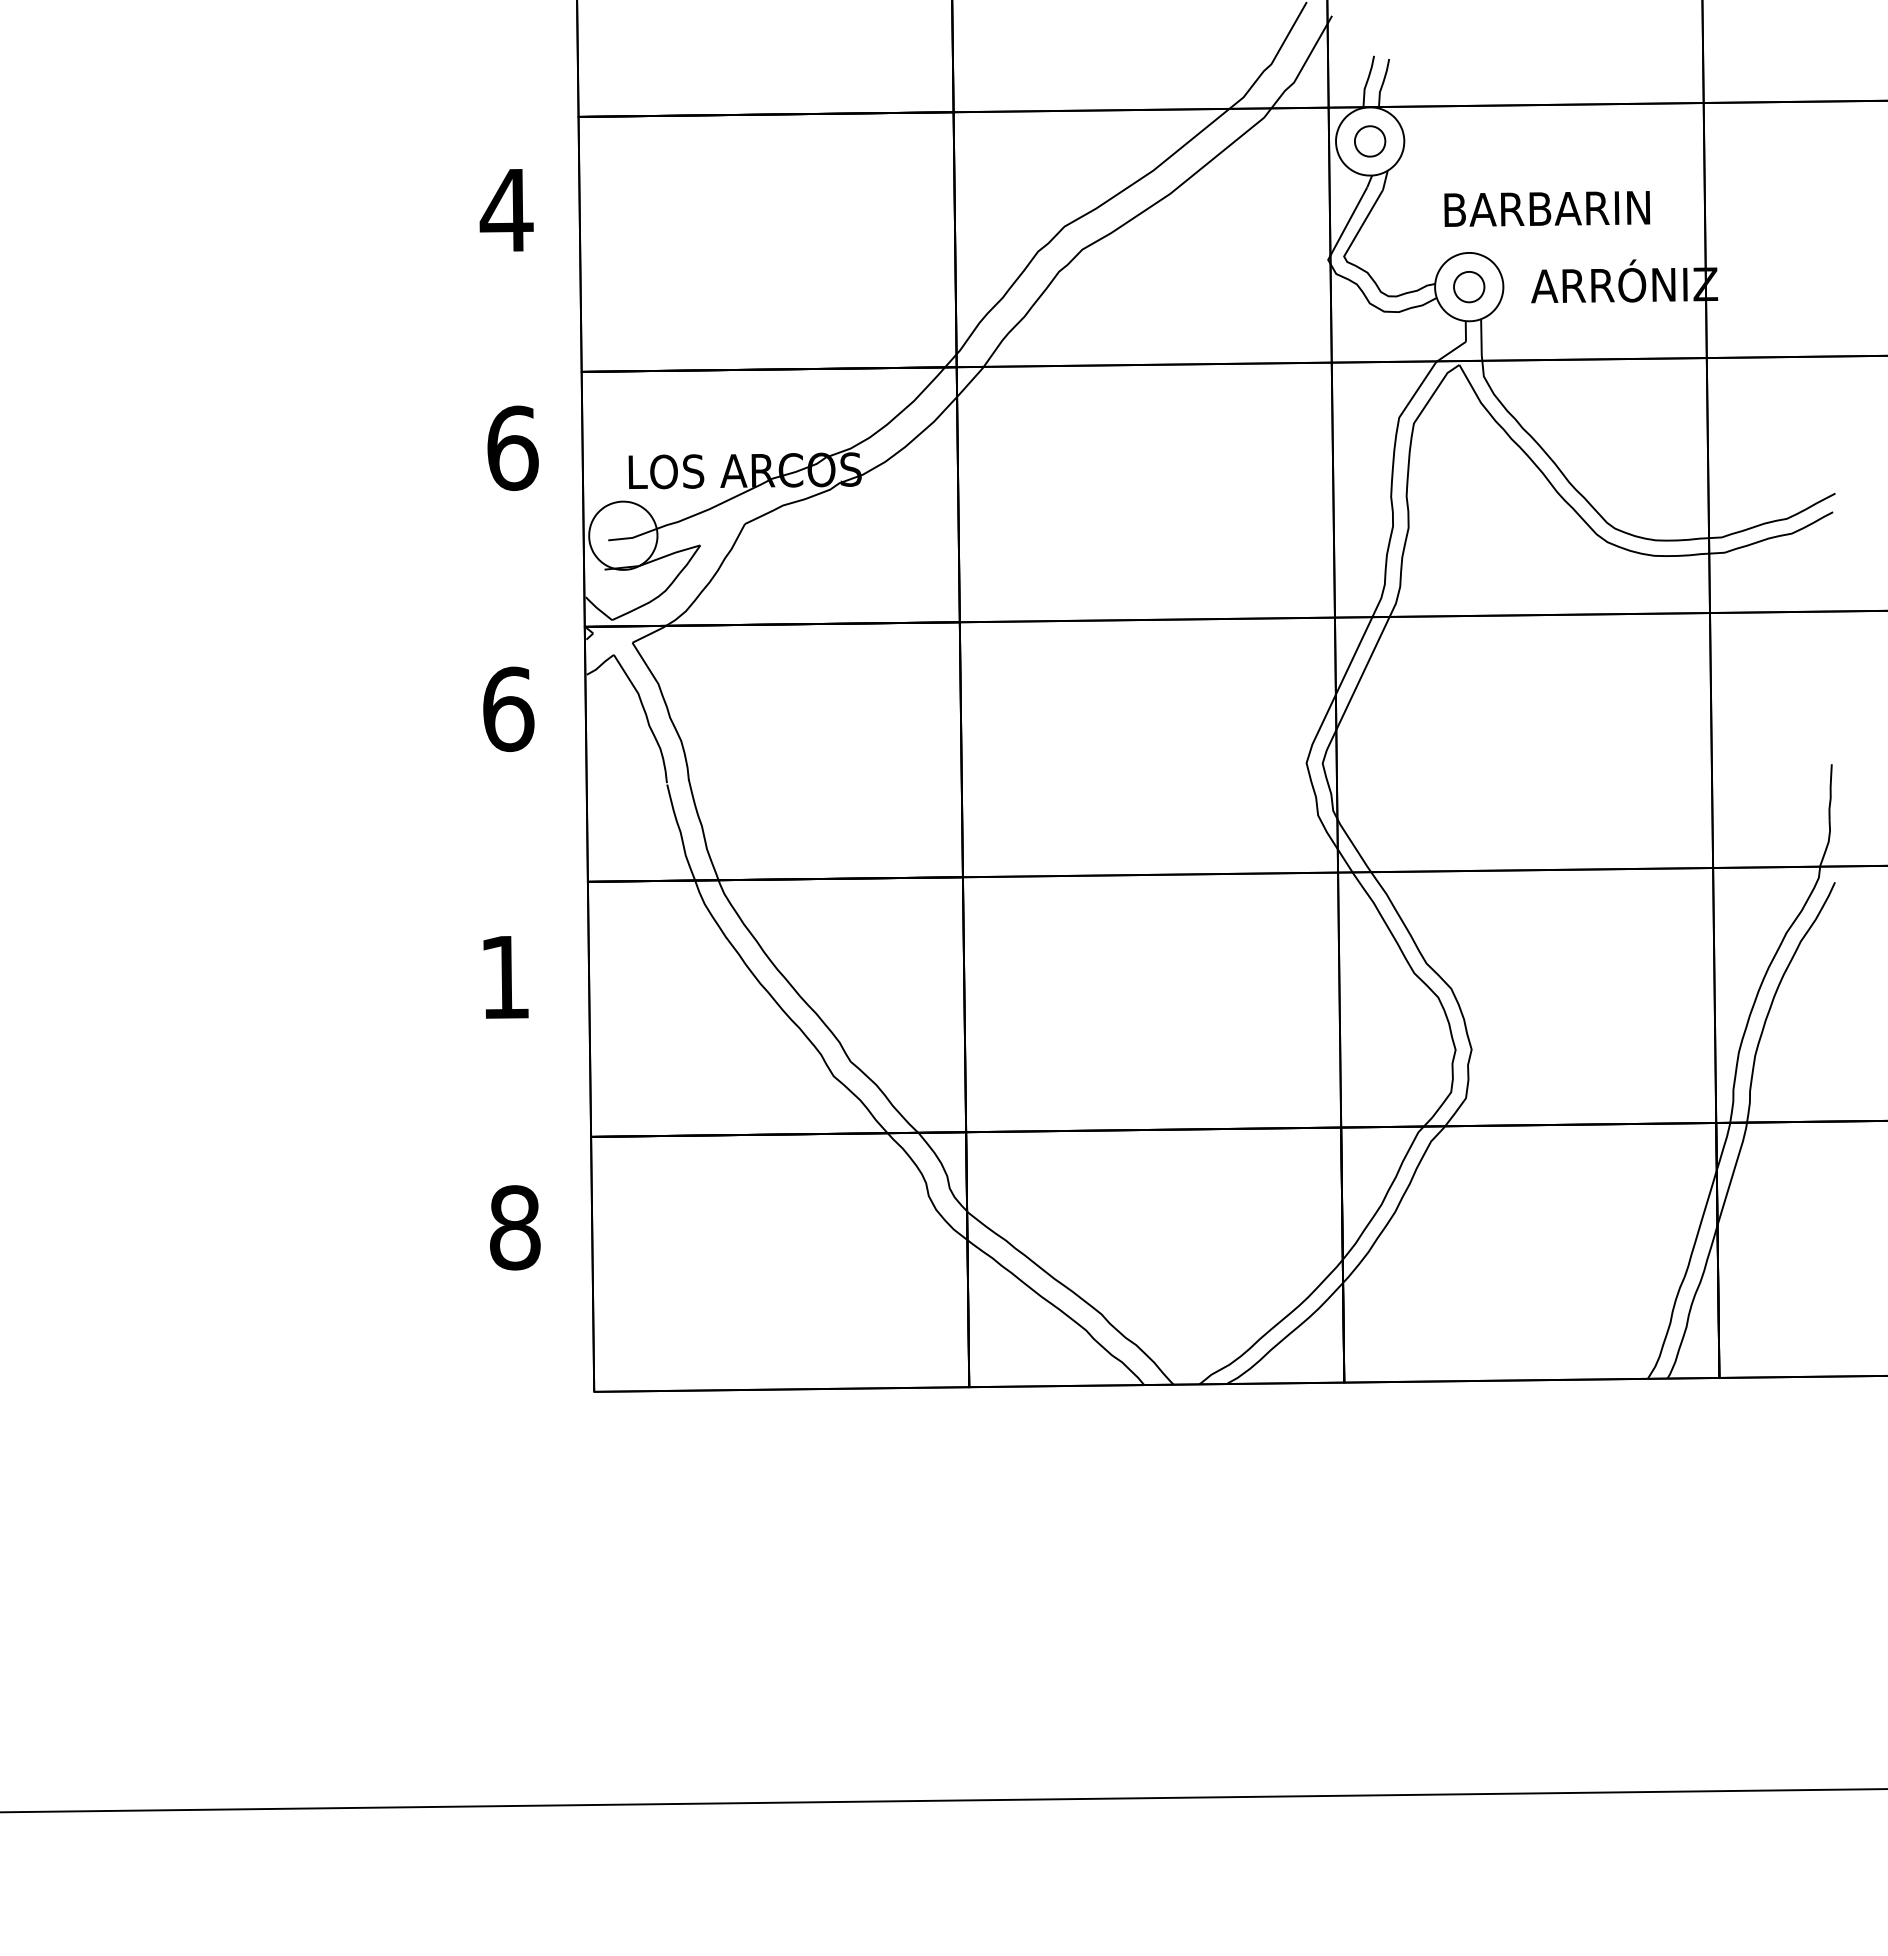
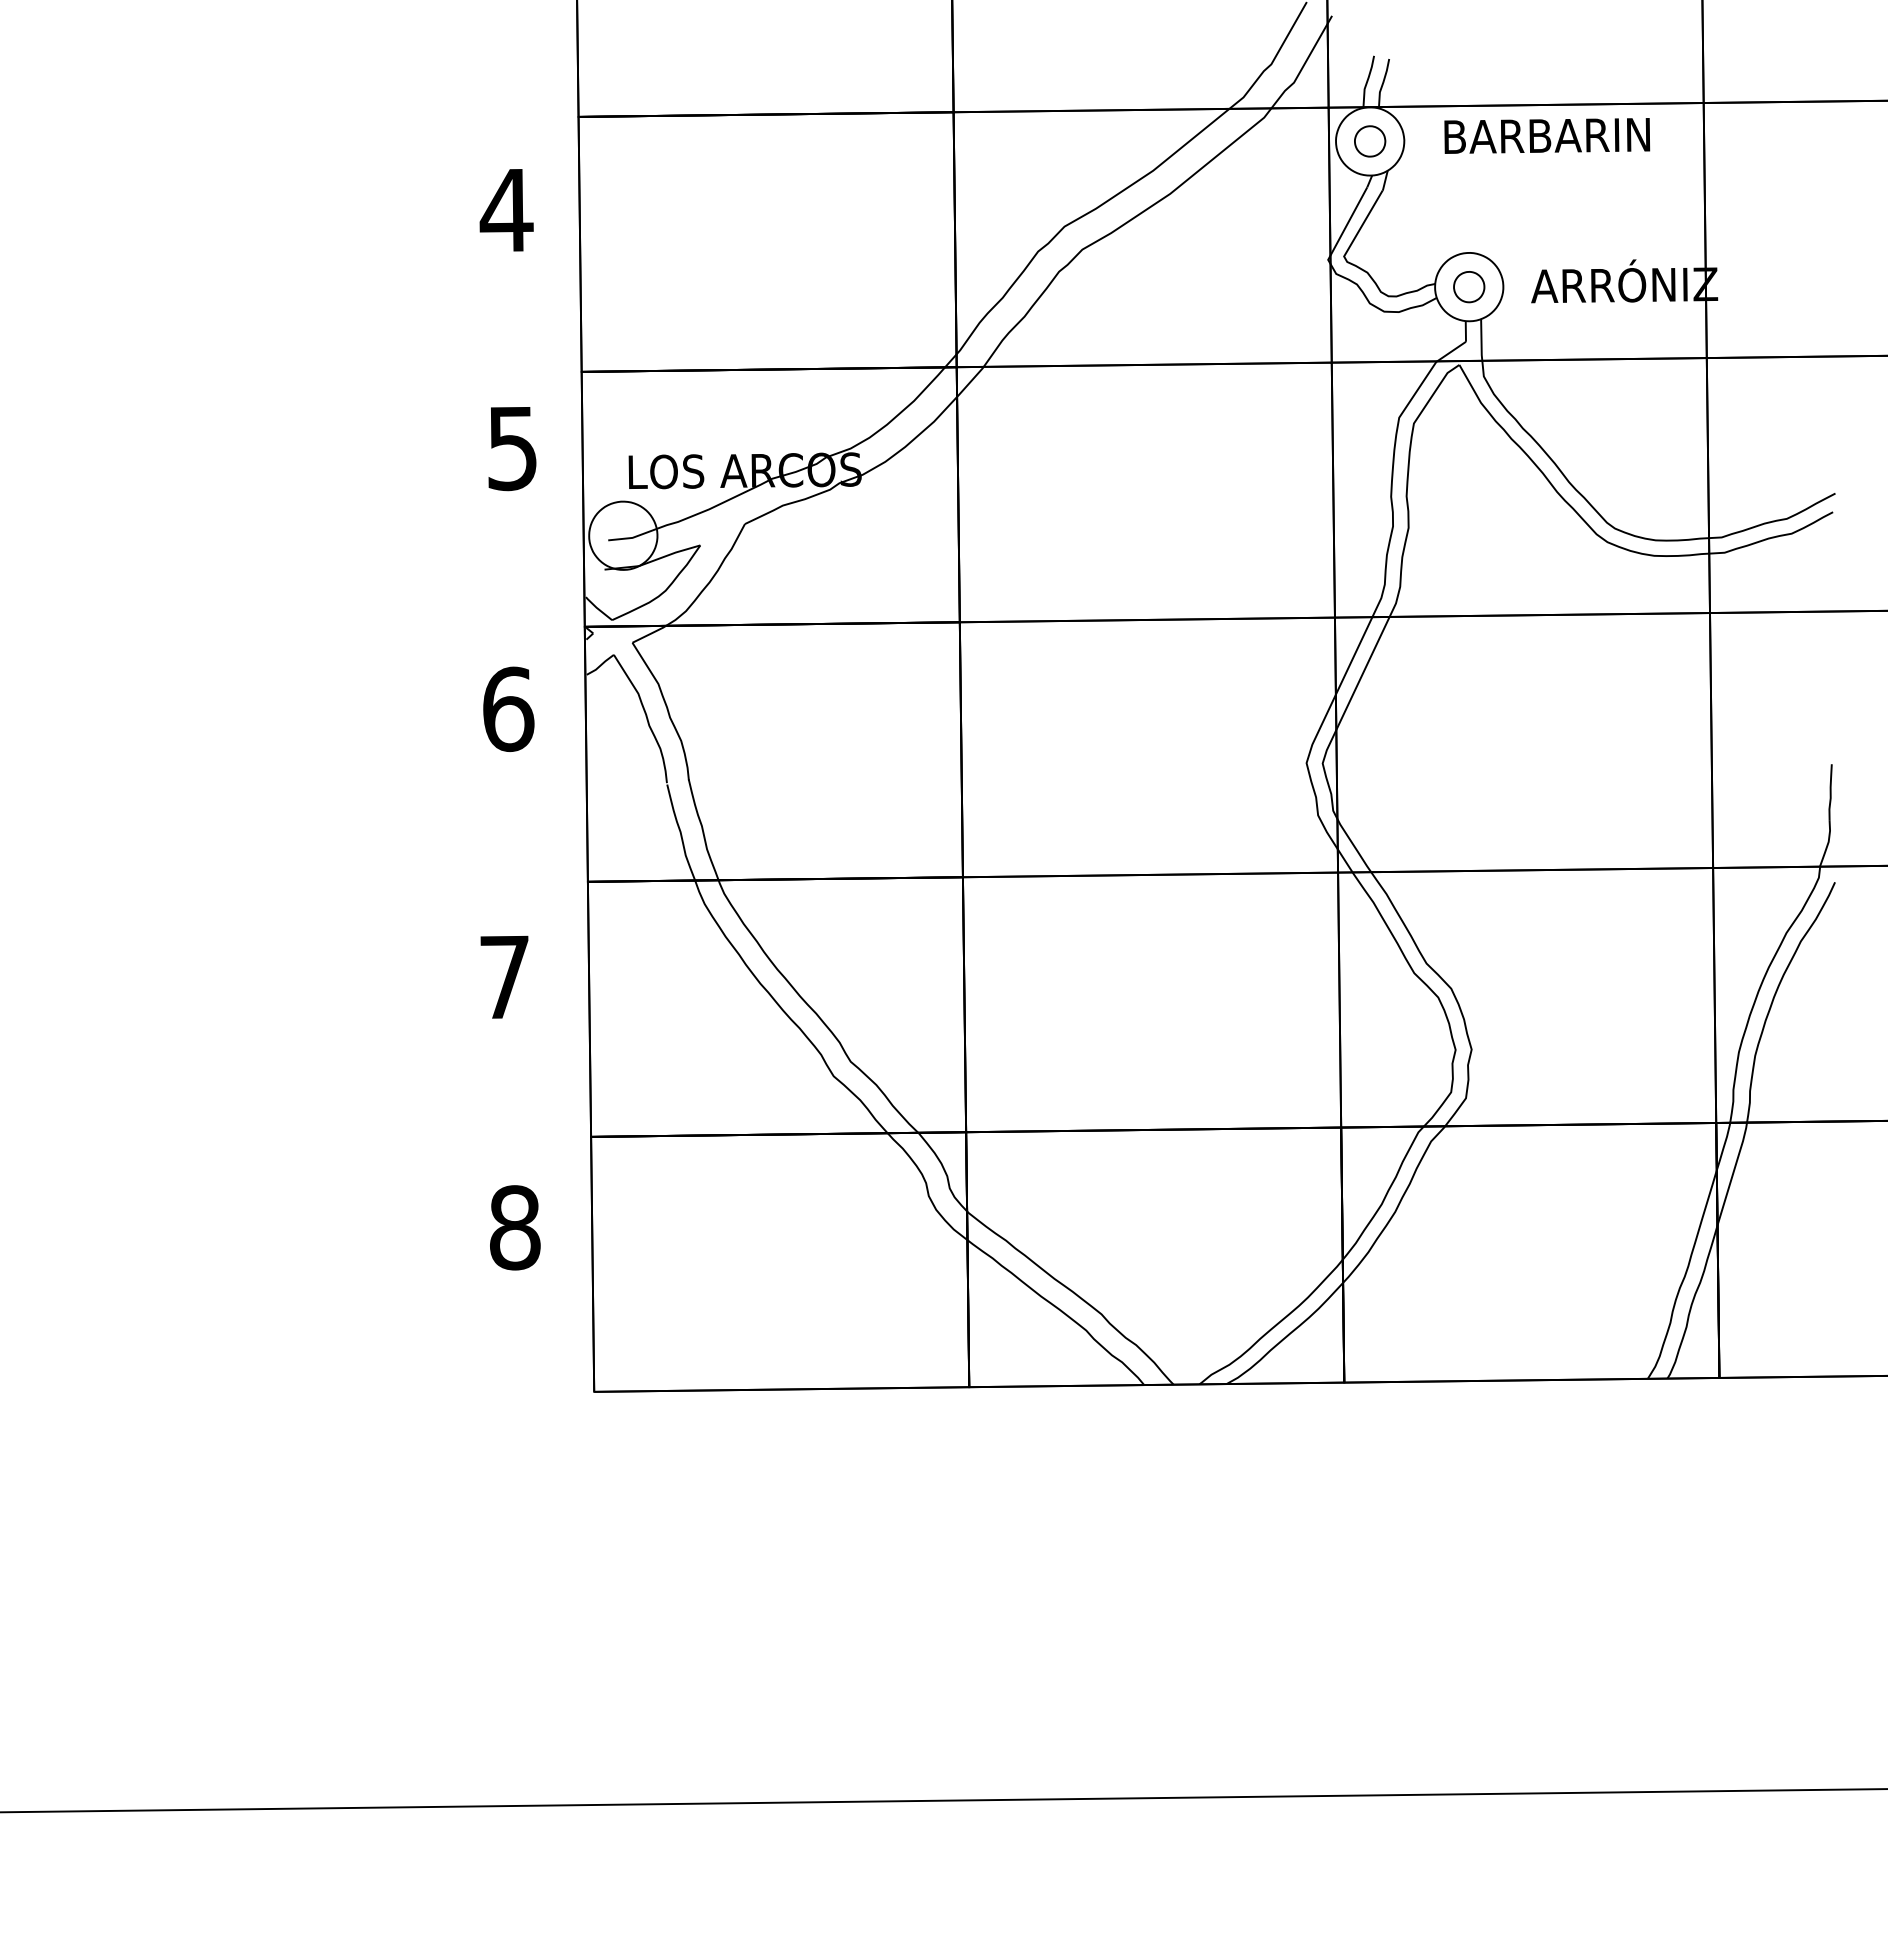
text at (1547, 208) position: (1547, 208) -> (1547, 135)
text at (512, 448): 6 -> 5
text at (504, 976): 1 -> 7
